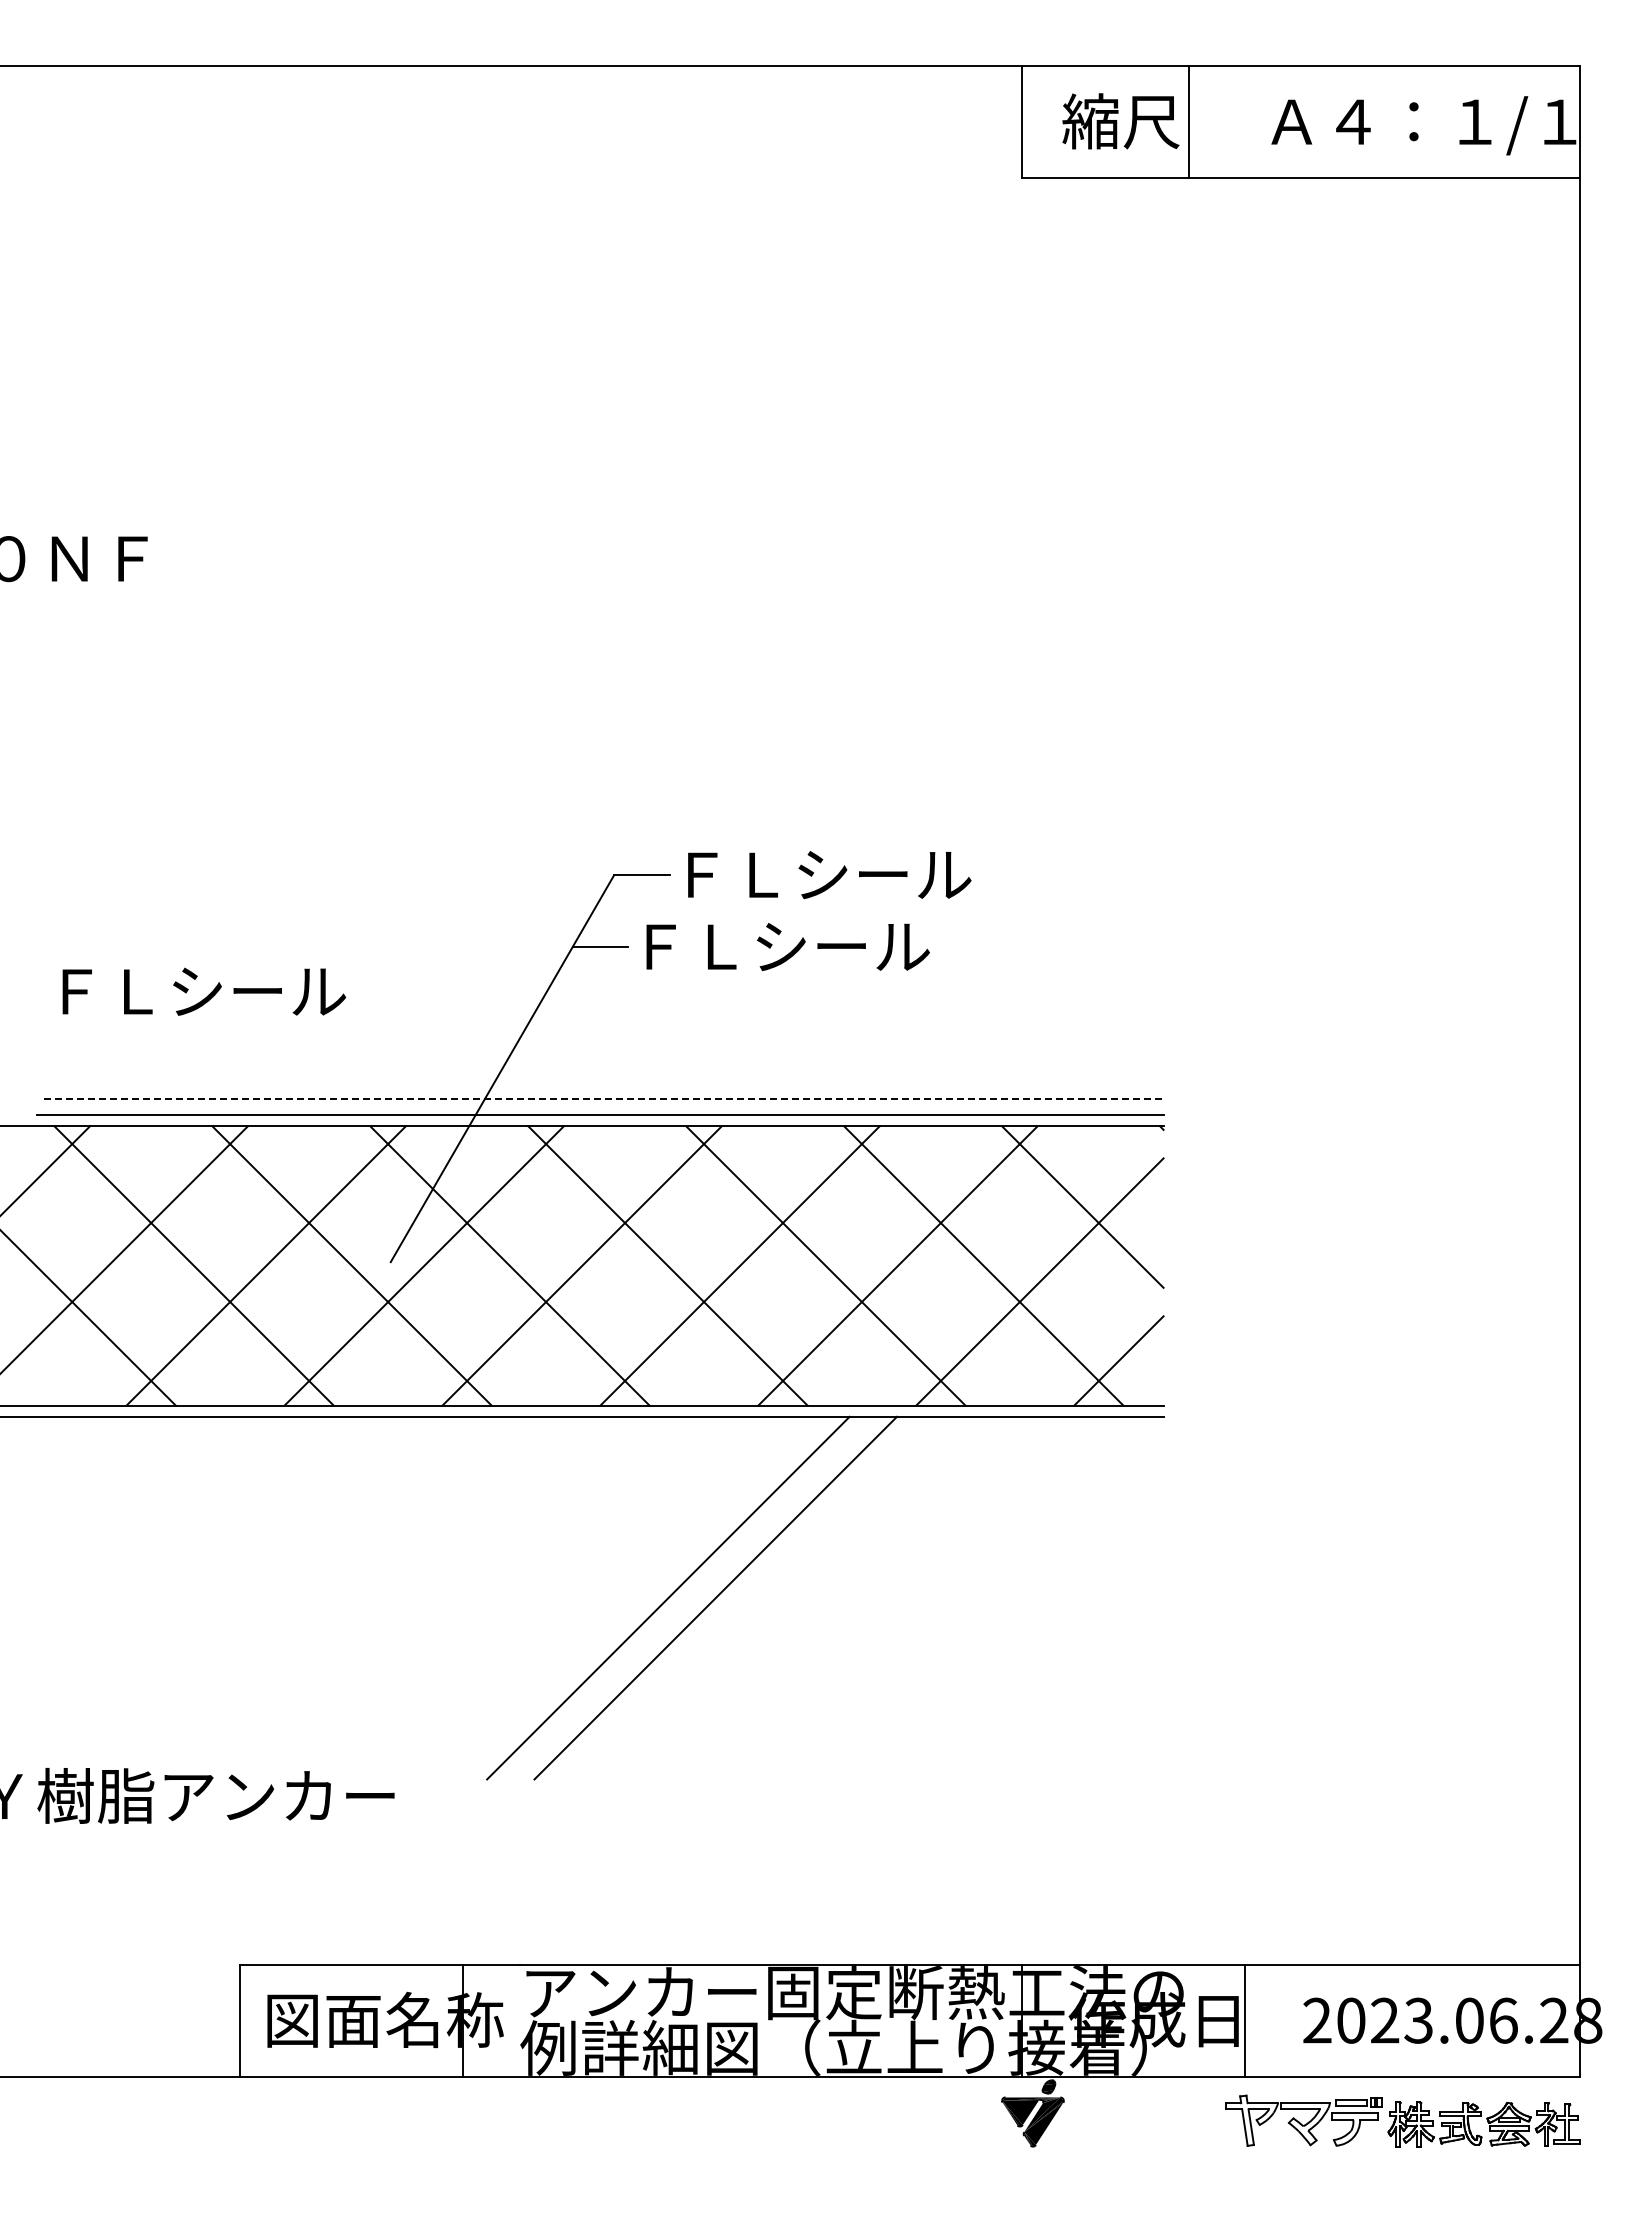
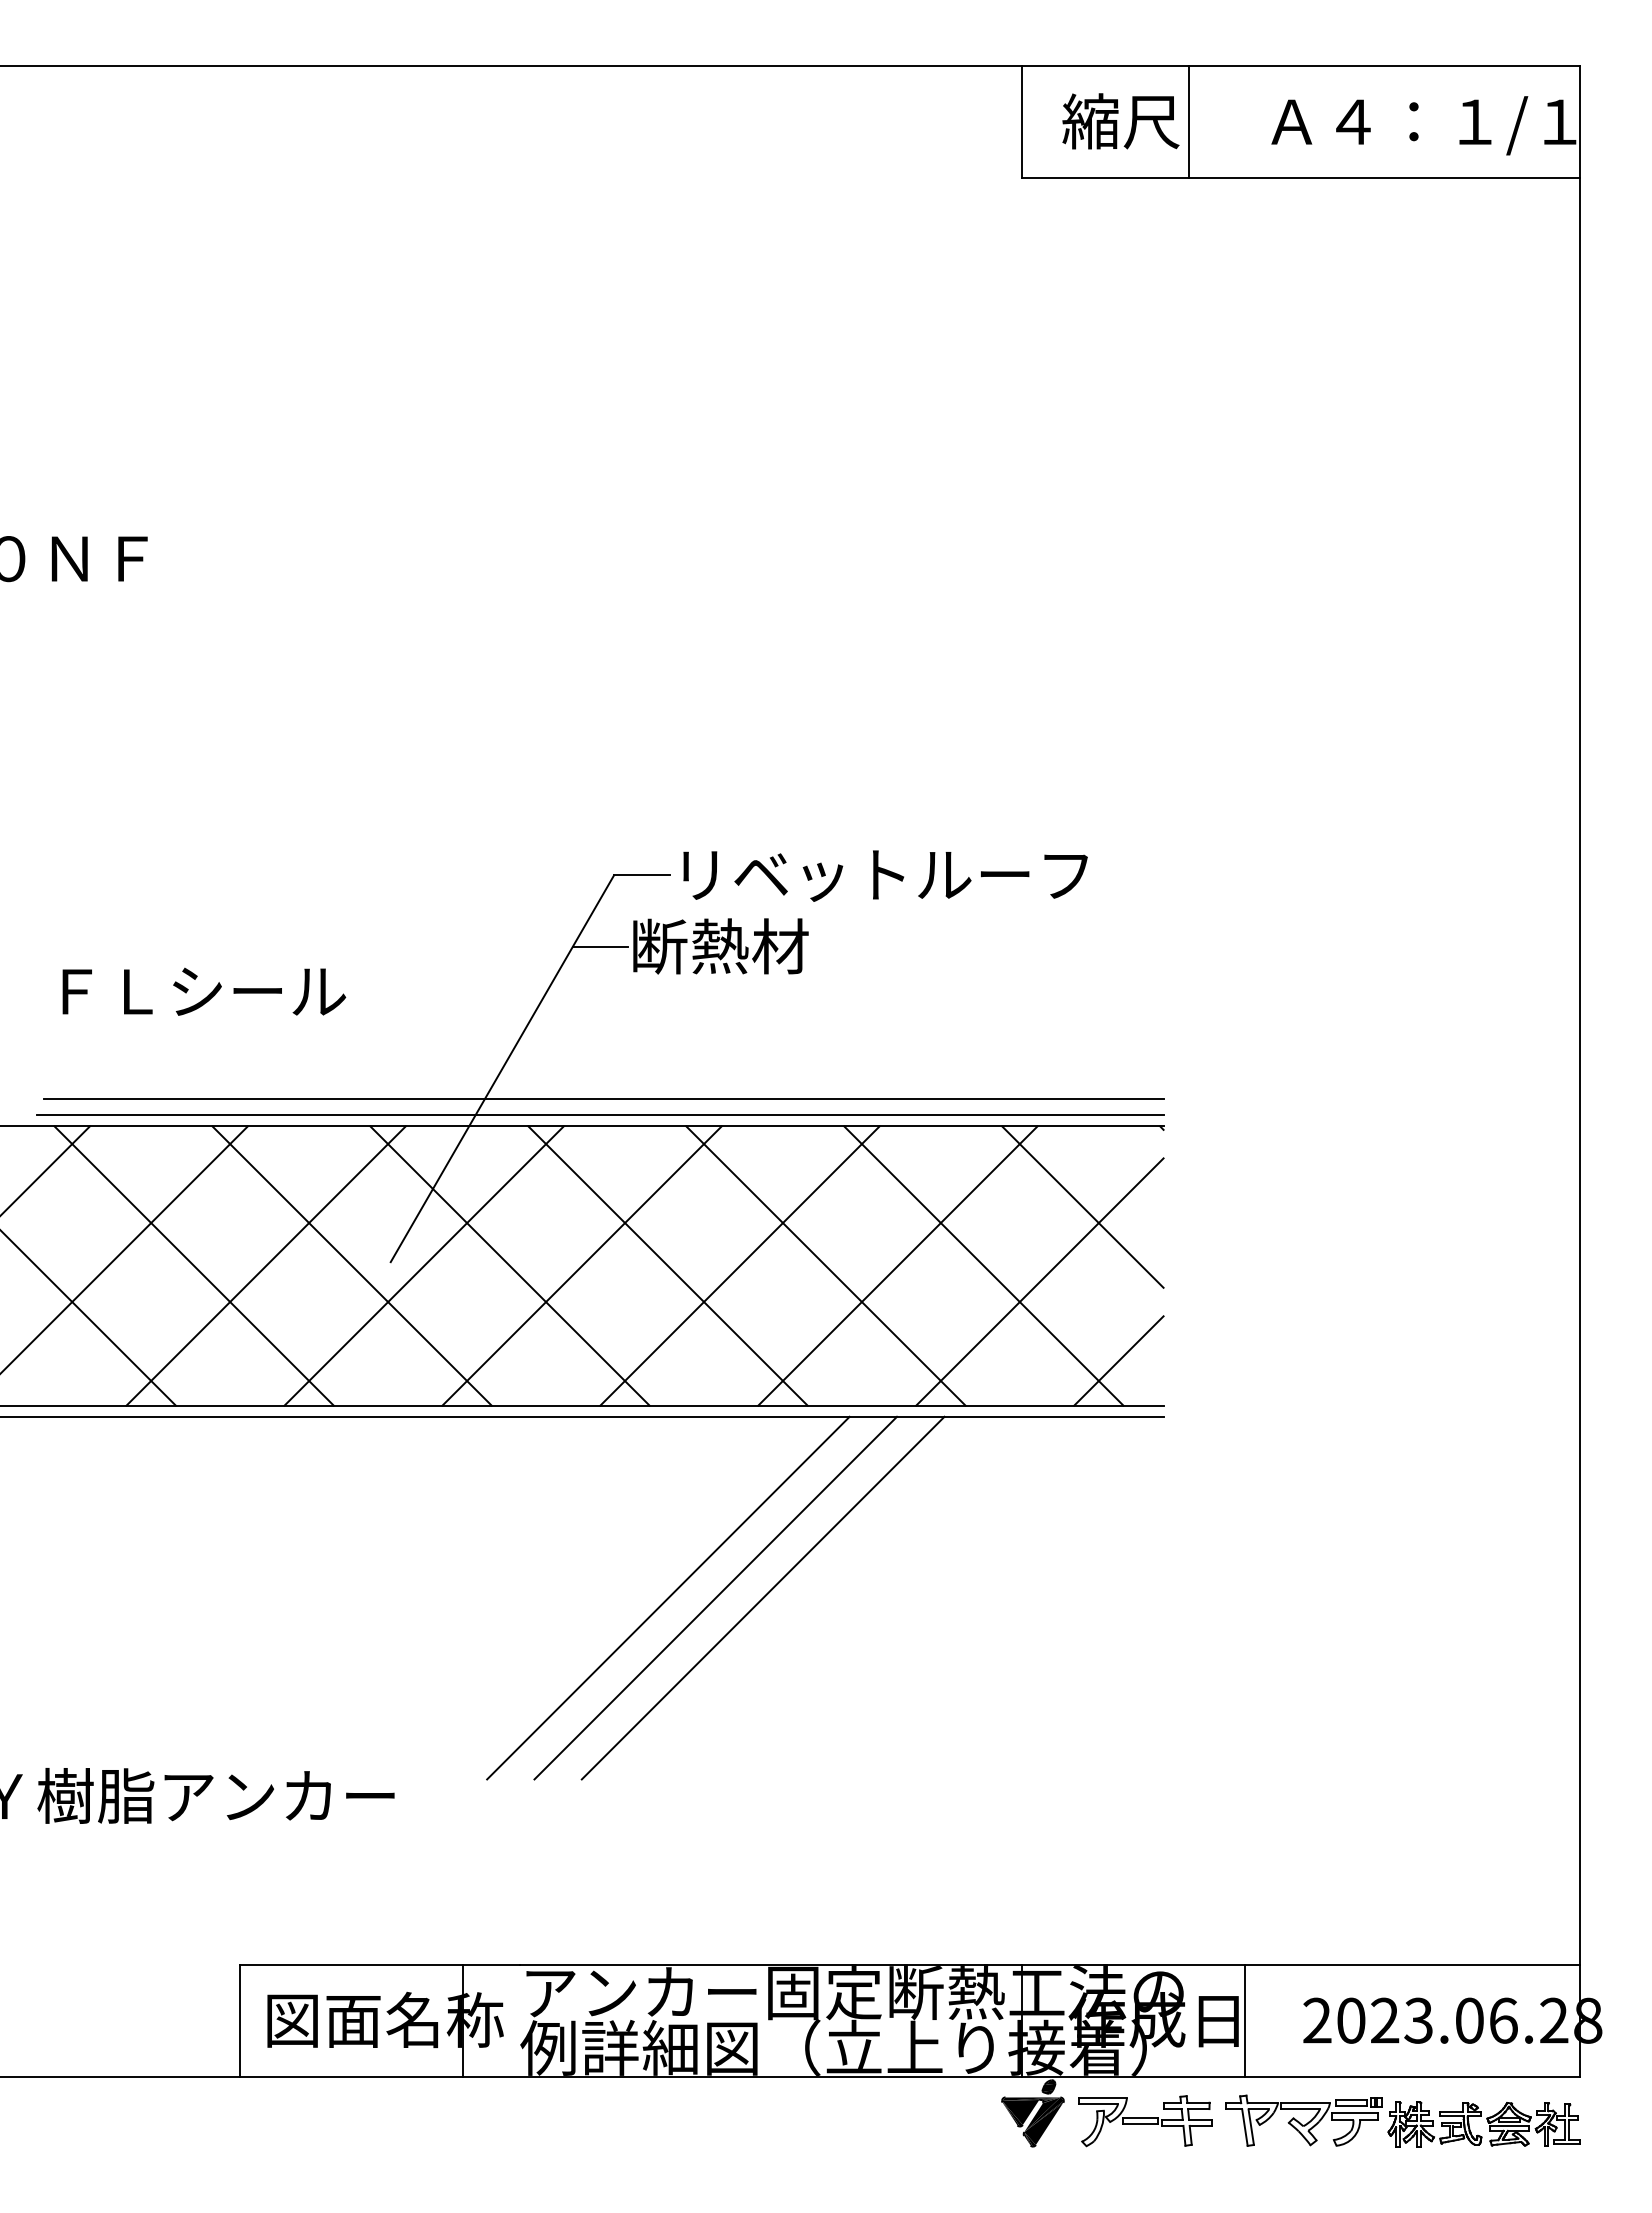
text at (885, 875): ＦＬシール -> リベットルーフ
text at (781, 946): ＦＬシール -> 断熱材
line at (603, 1098): dashed -> solid
line at (762, 1597): none -> present
part at (1145, 2121): none -> present
